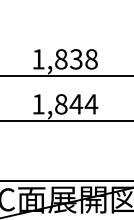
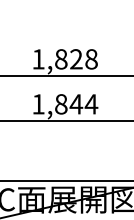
text at (76, 59): 1,838 -> 1,828
